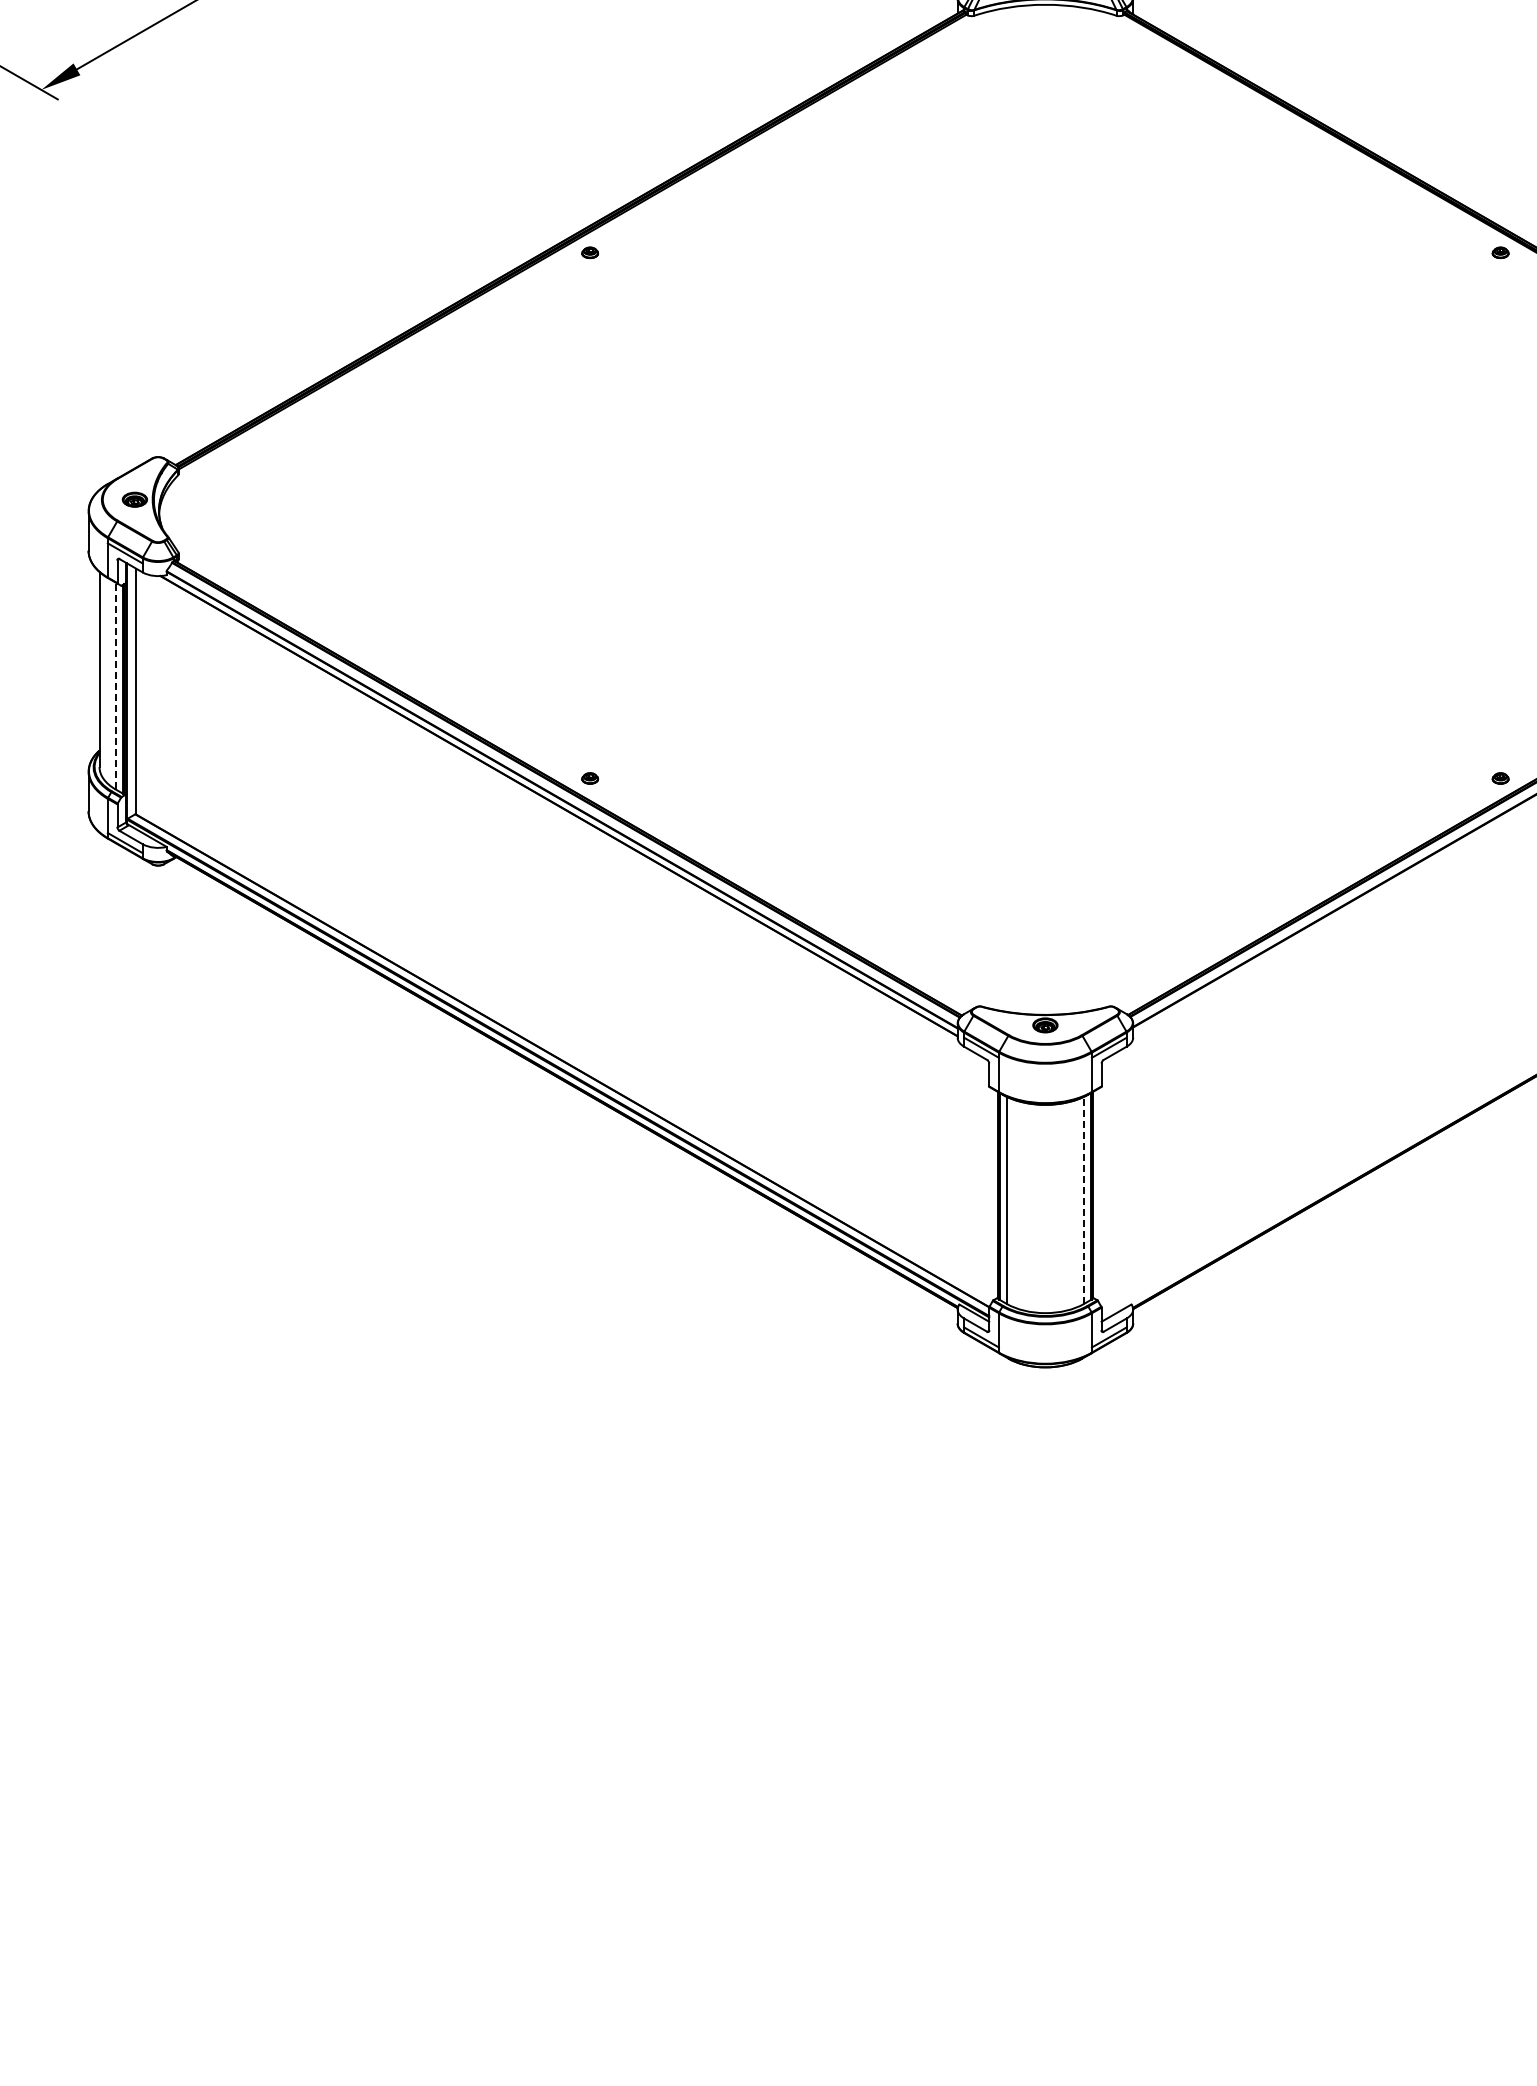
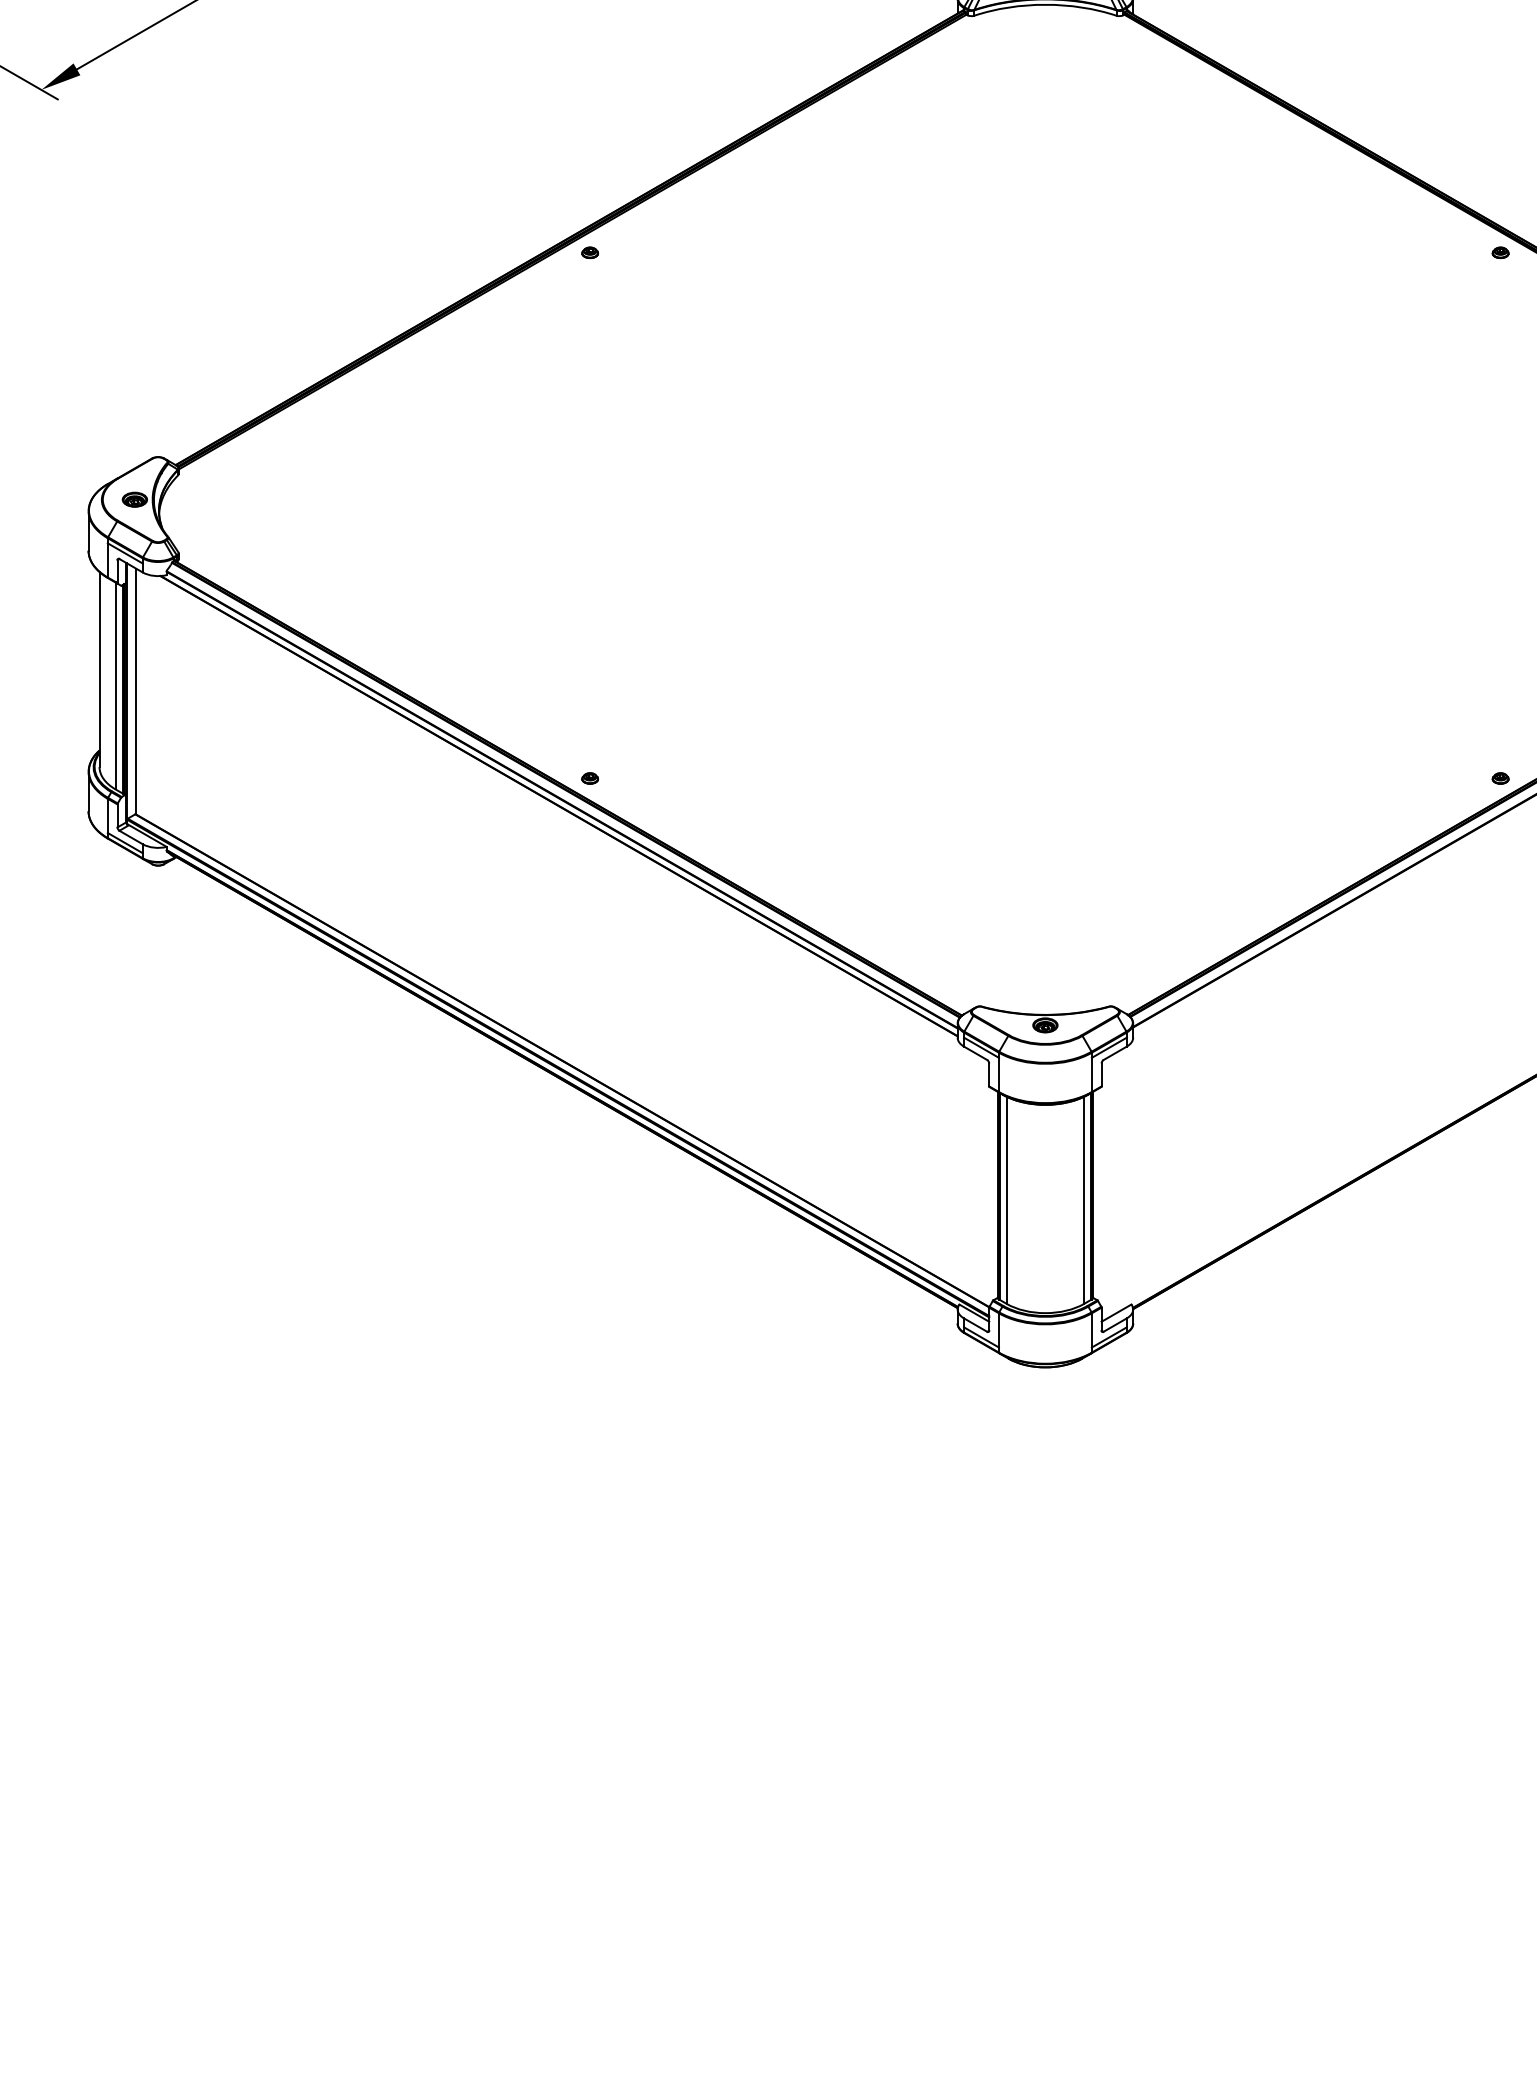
line at (115, 685): dashed -> solid
line at (1084, 1200): dashed -> solid
